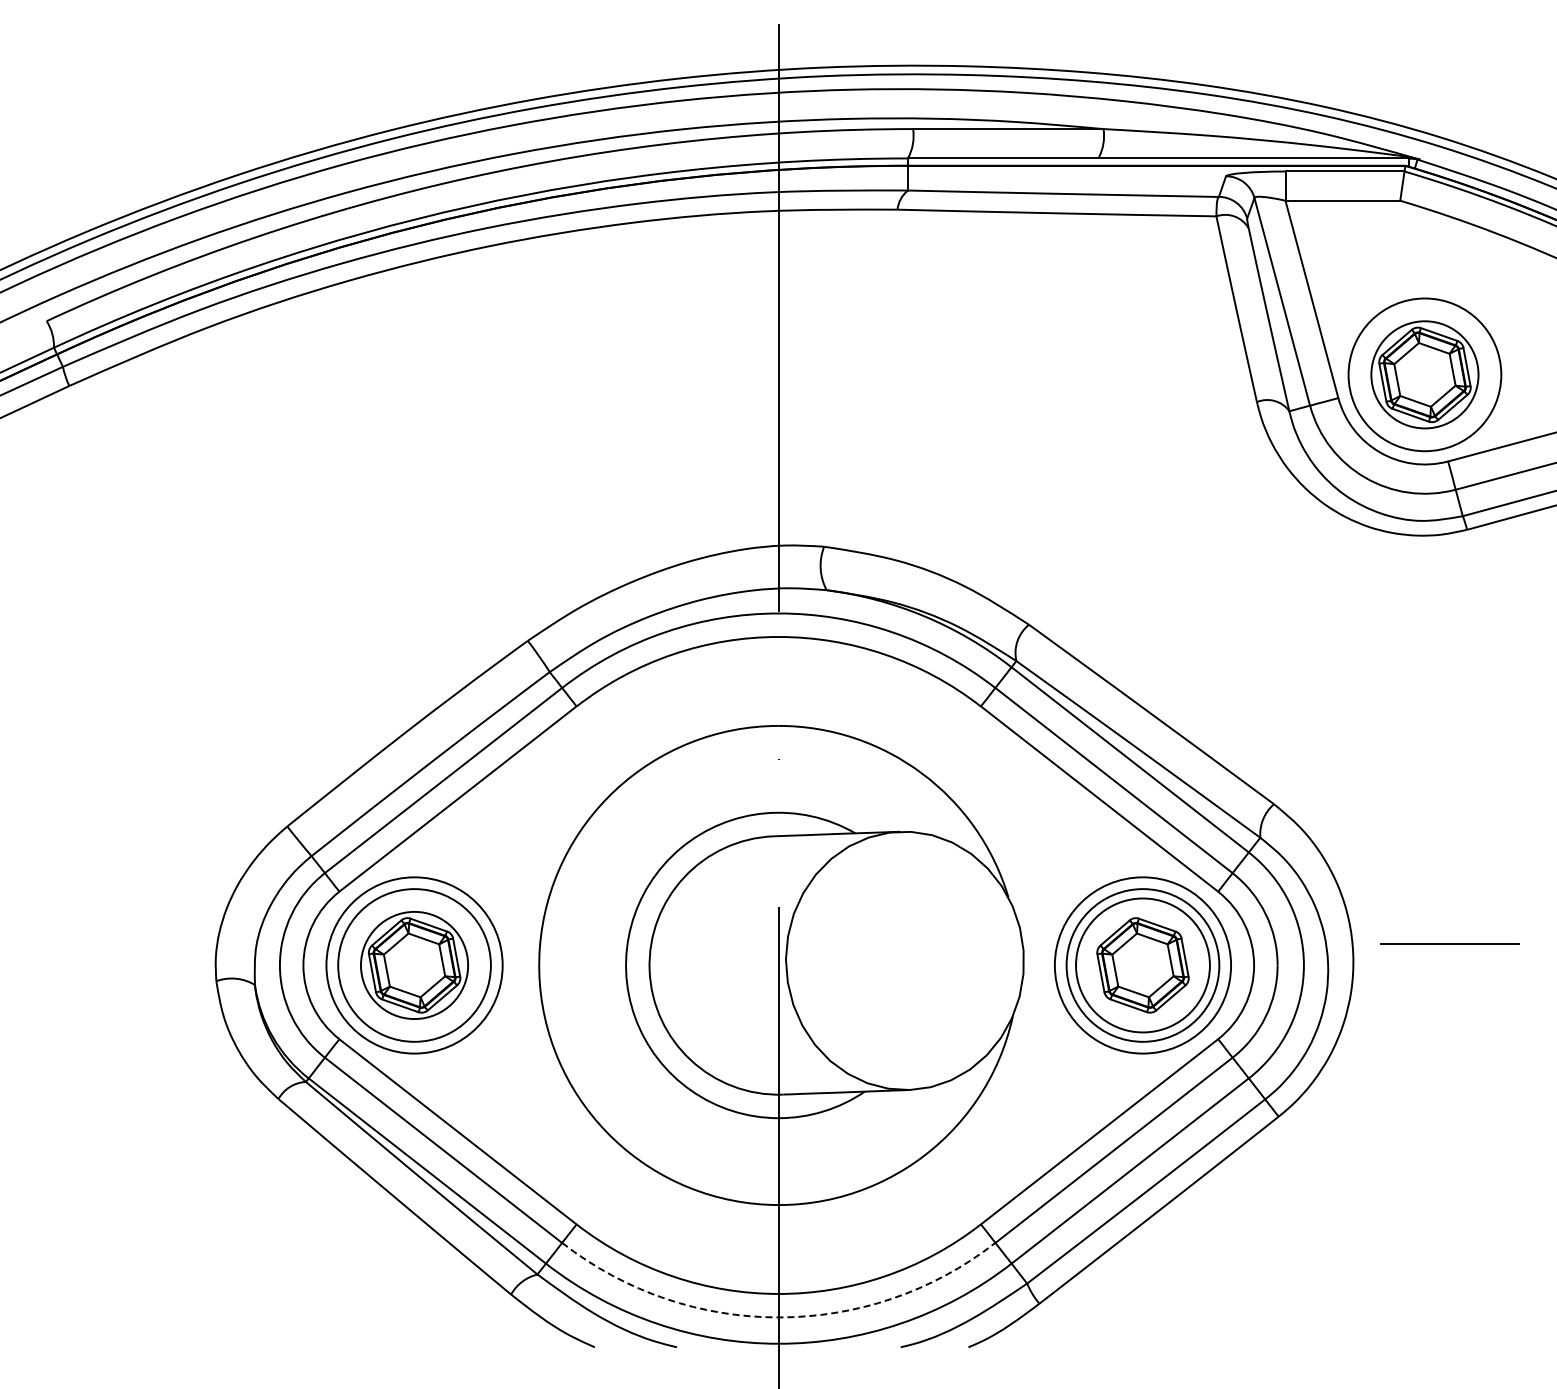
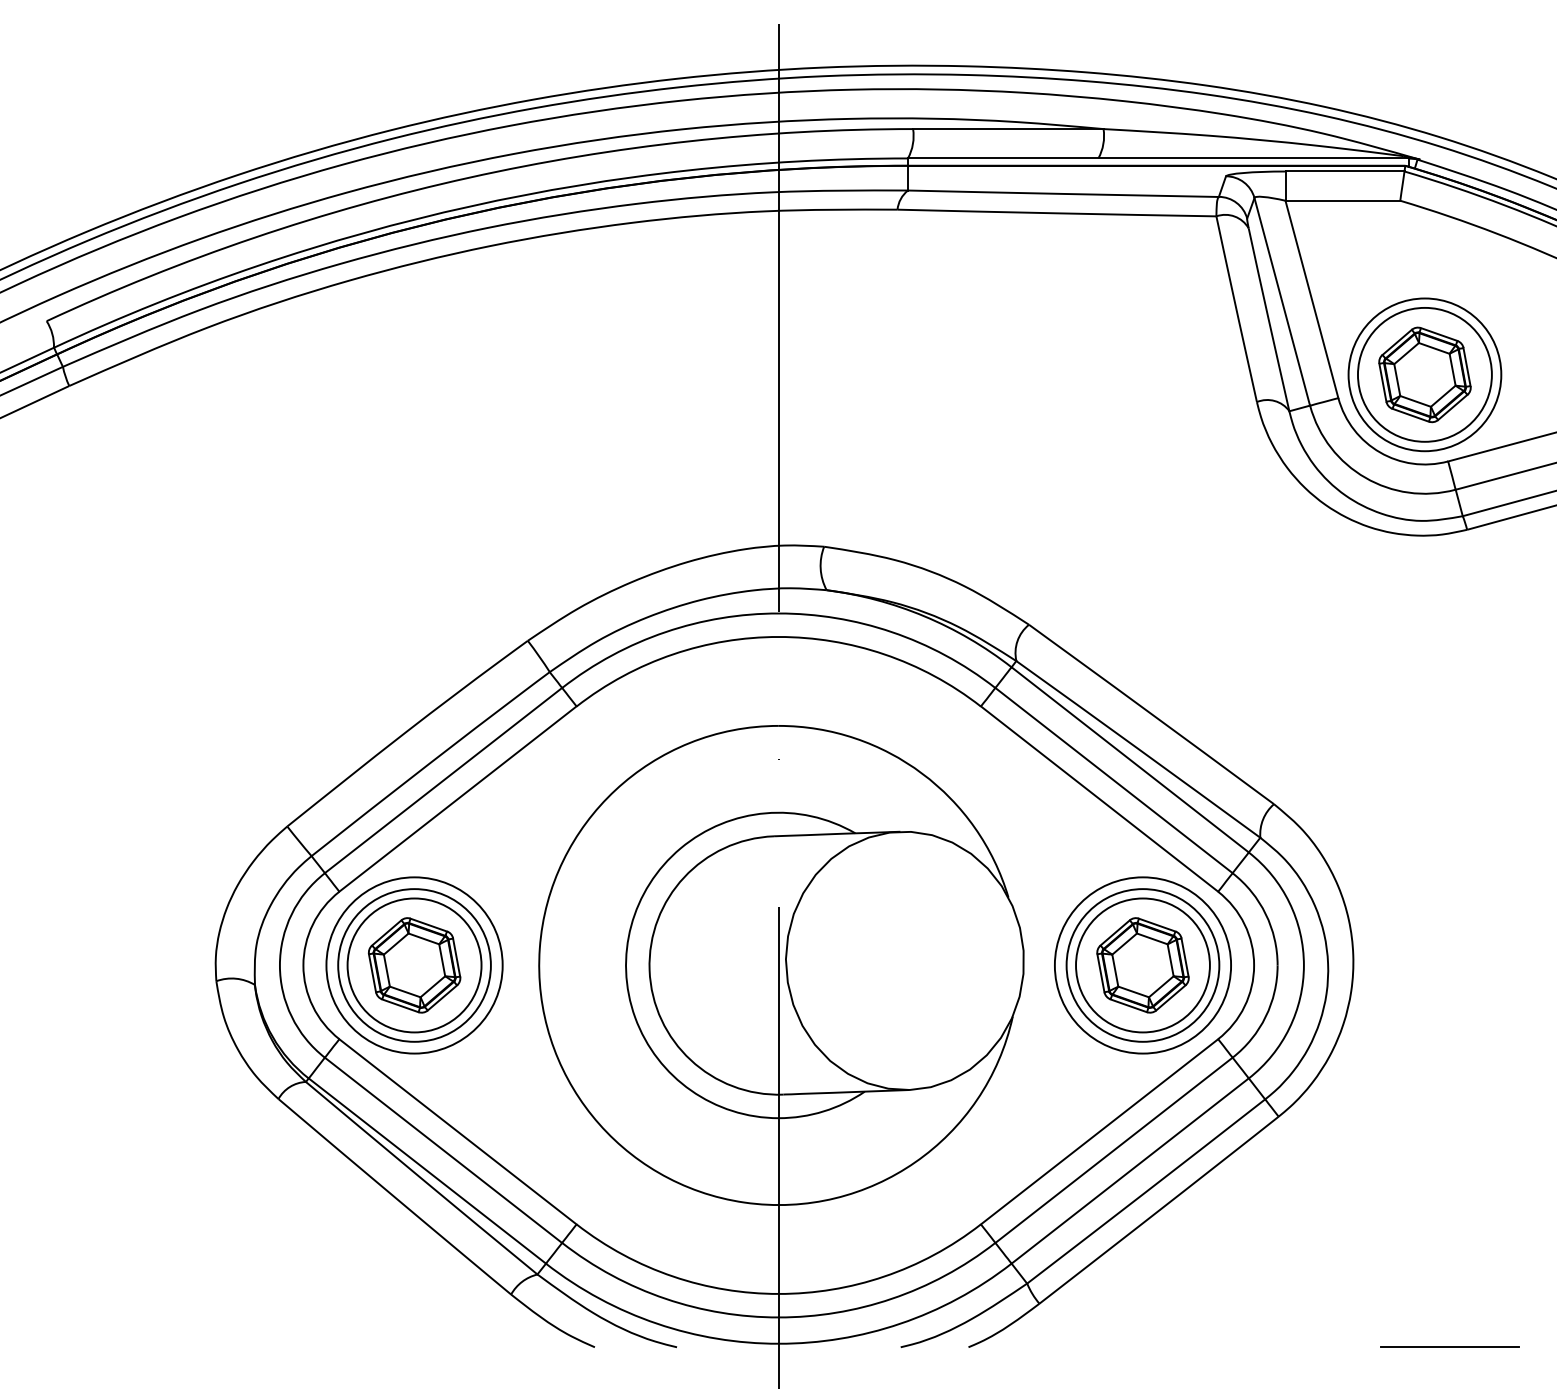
circle at (1424, 374) diameter: 107 px -> 134 px
line at (1449, 943) position: (1449, 943) -> (1449, 1346)
circle at (414, 965) diameter: 107 px -> 134 px
arc at (778, 1317): dashed -> solid
